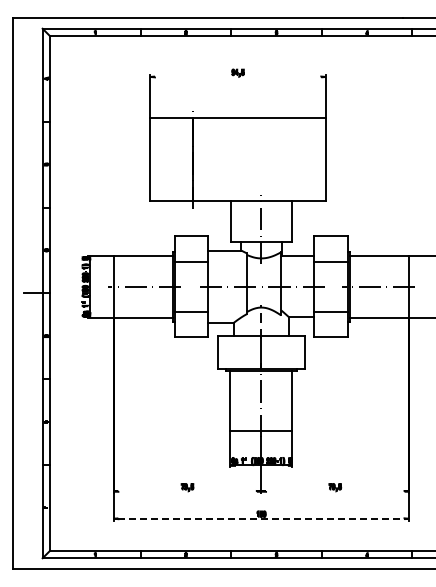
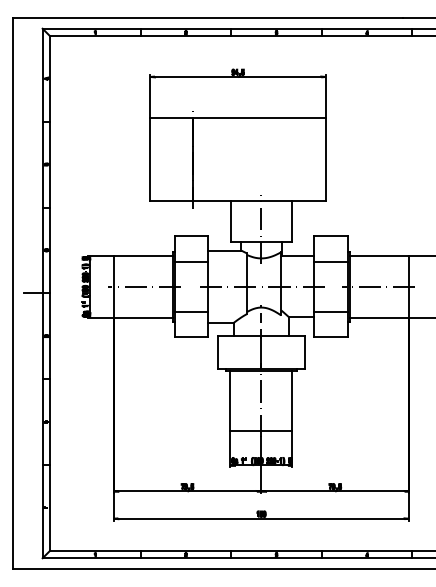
line at (237, 76): none -> present
line at (187, 491): none -> present
line at (335, 491): none -> present
line at (261, 518): dashed -> solid
